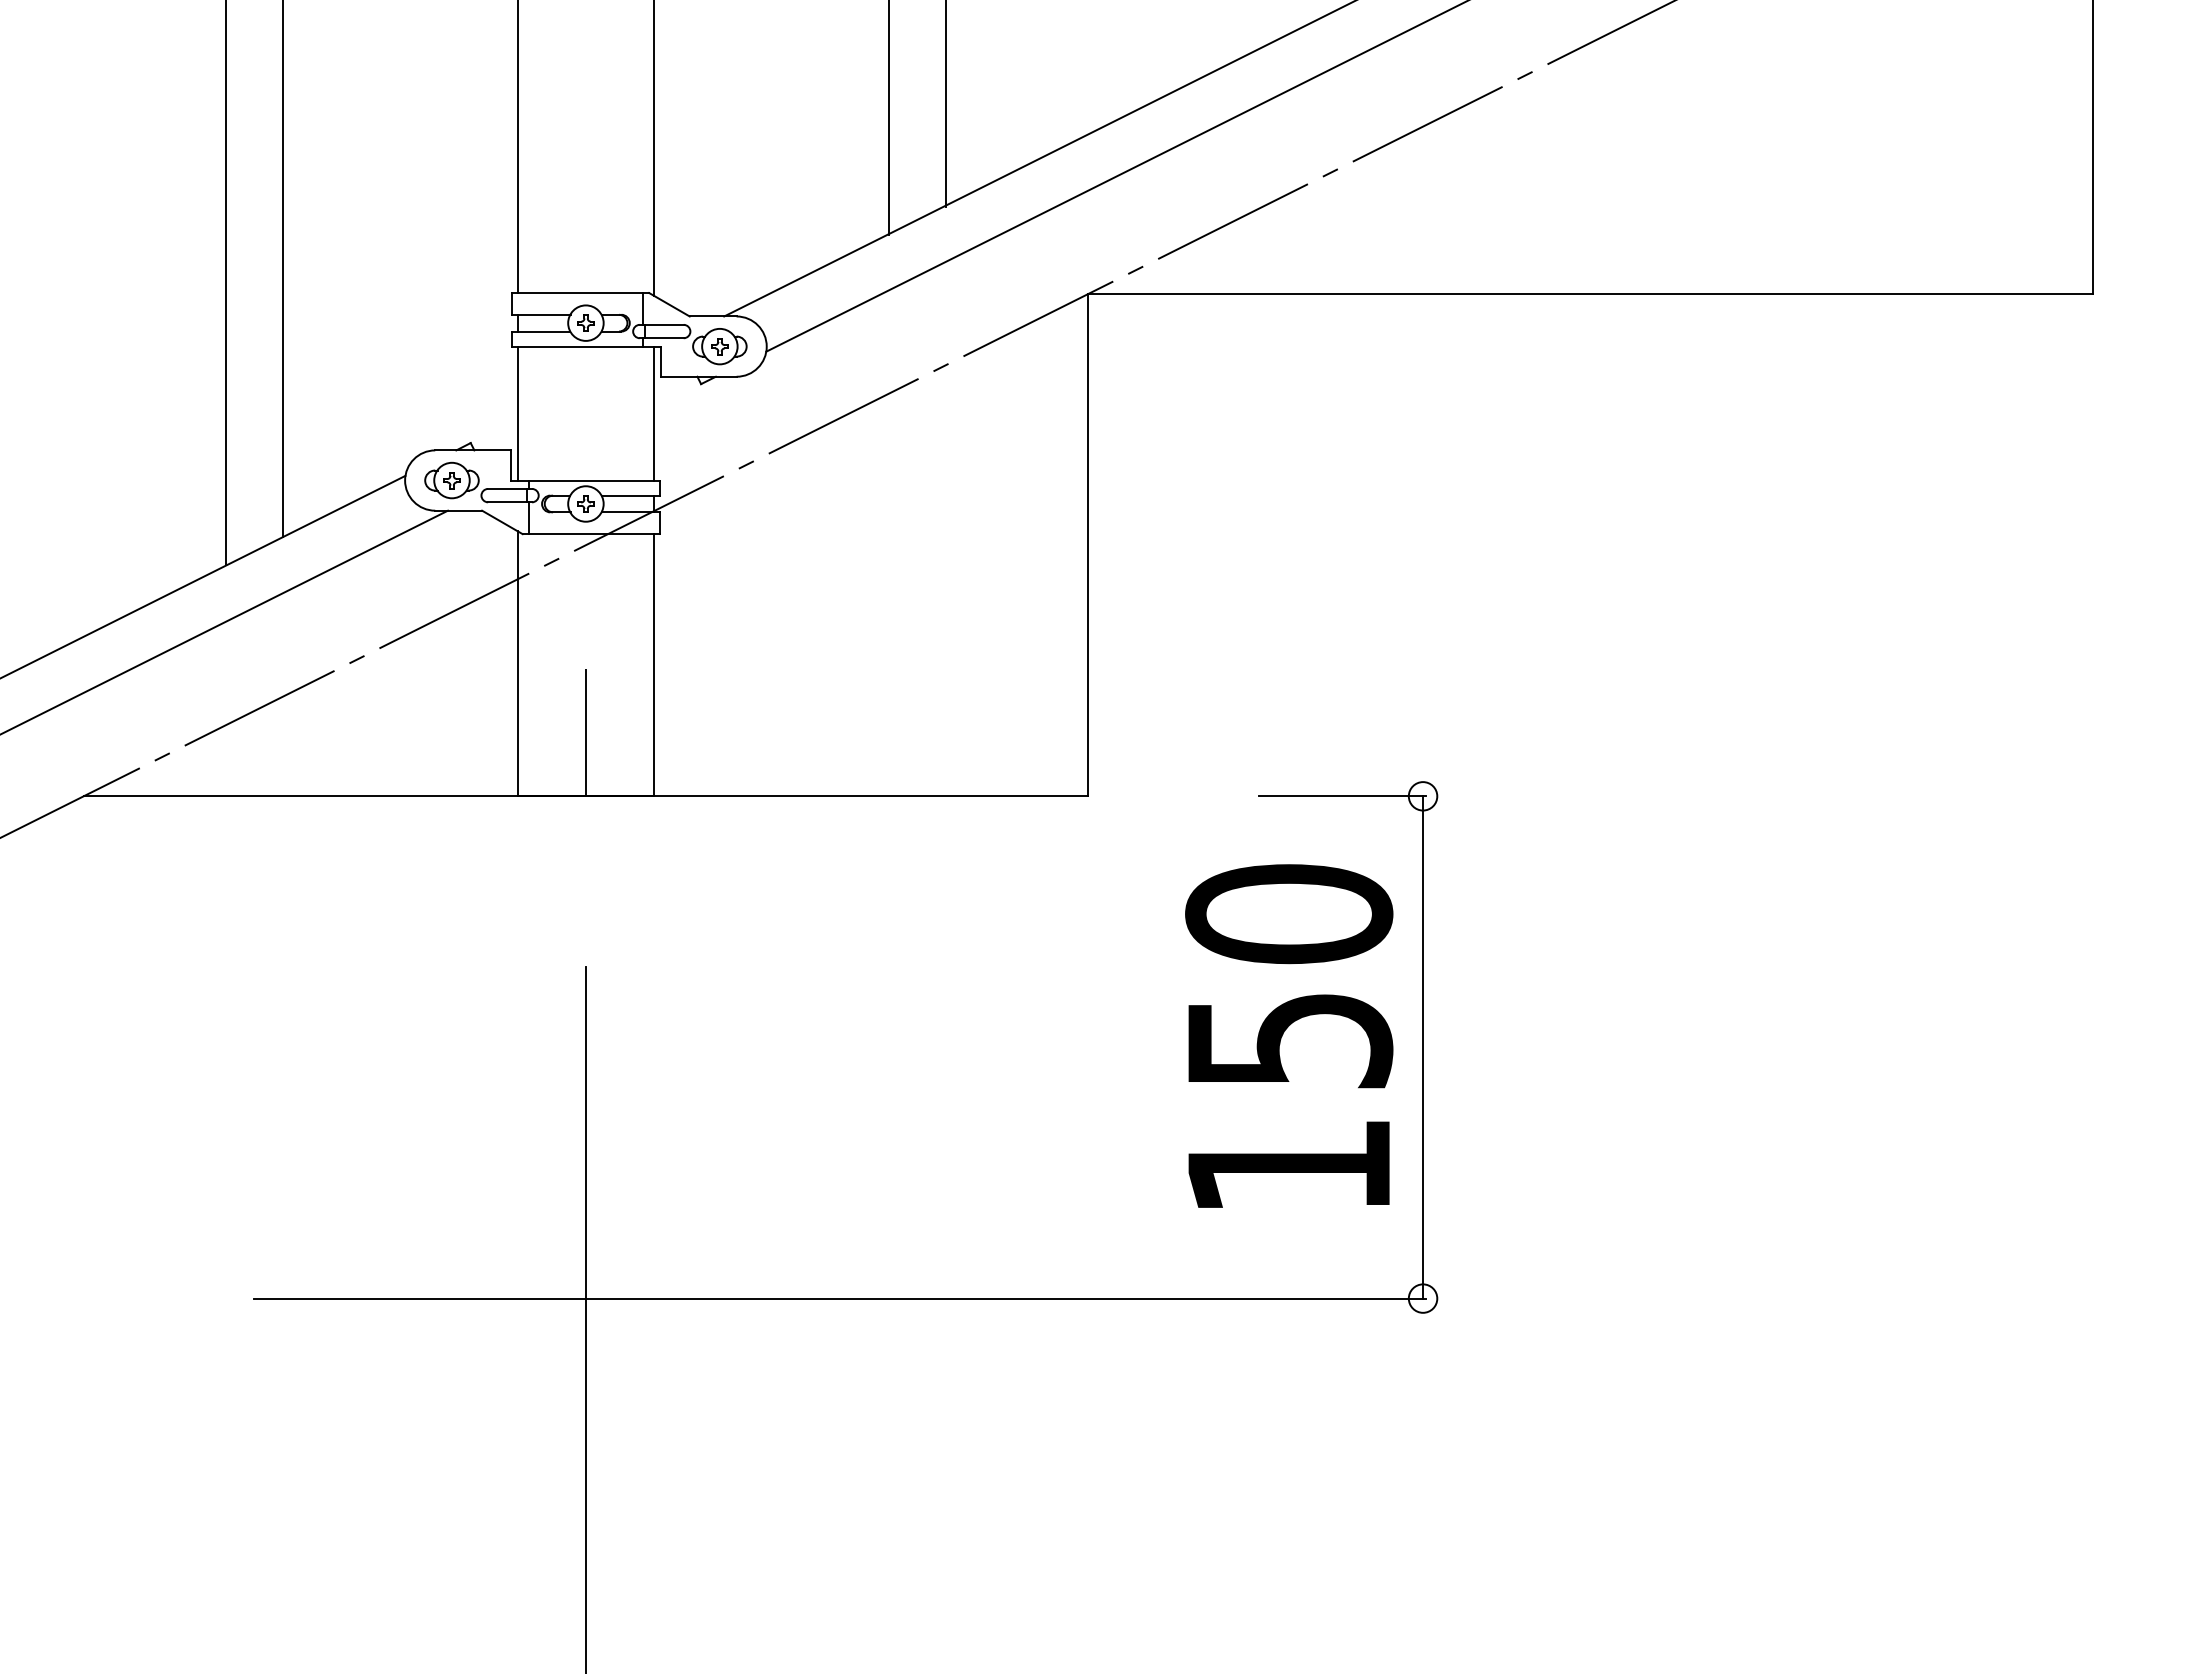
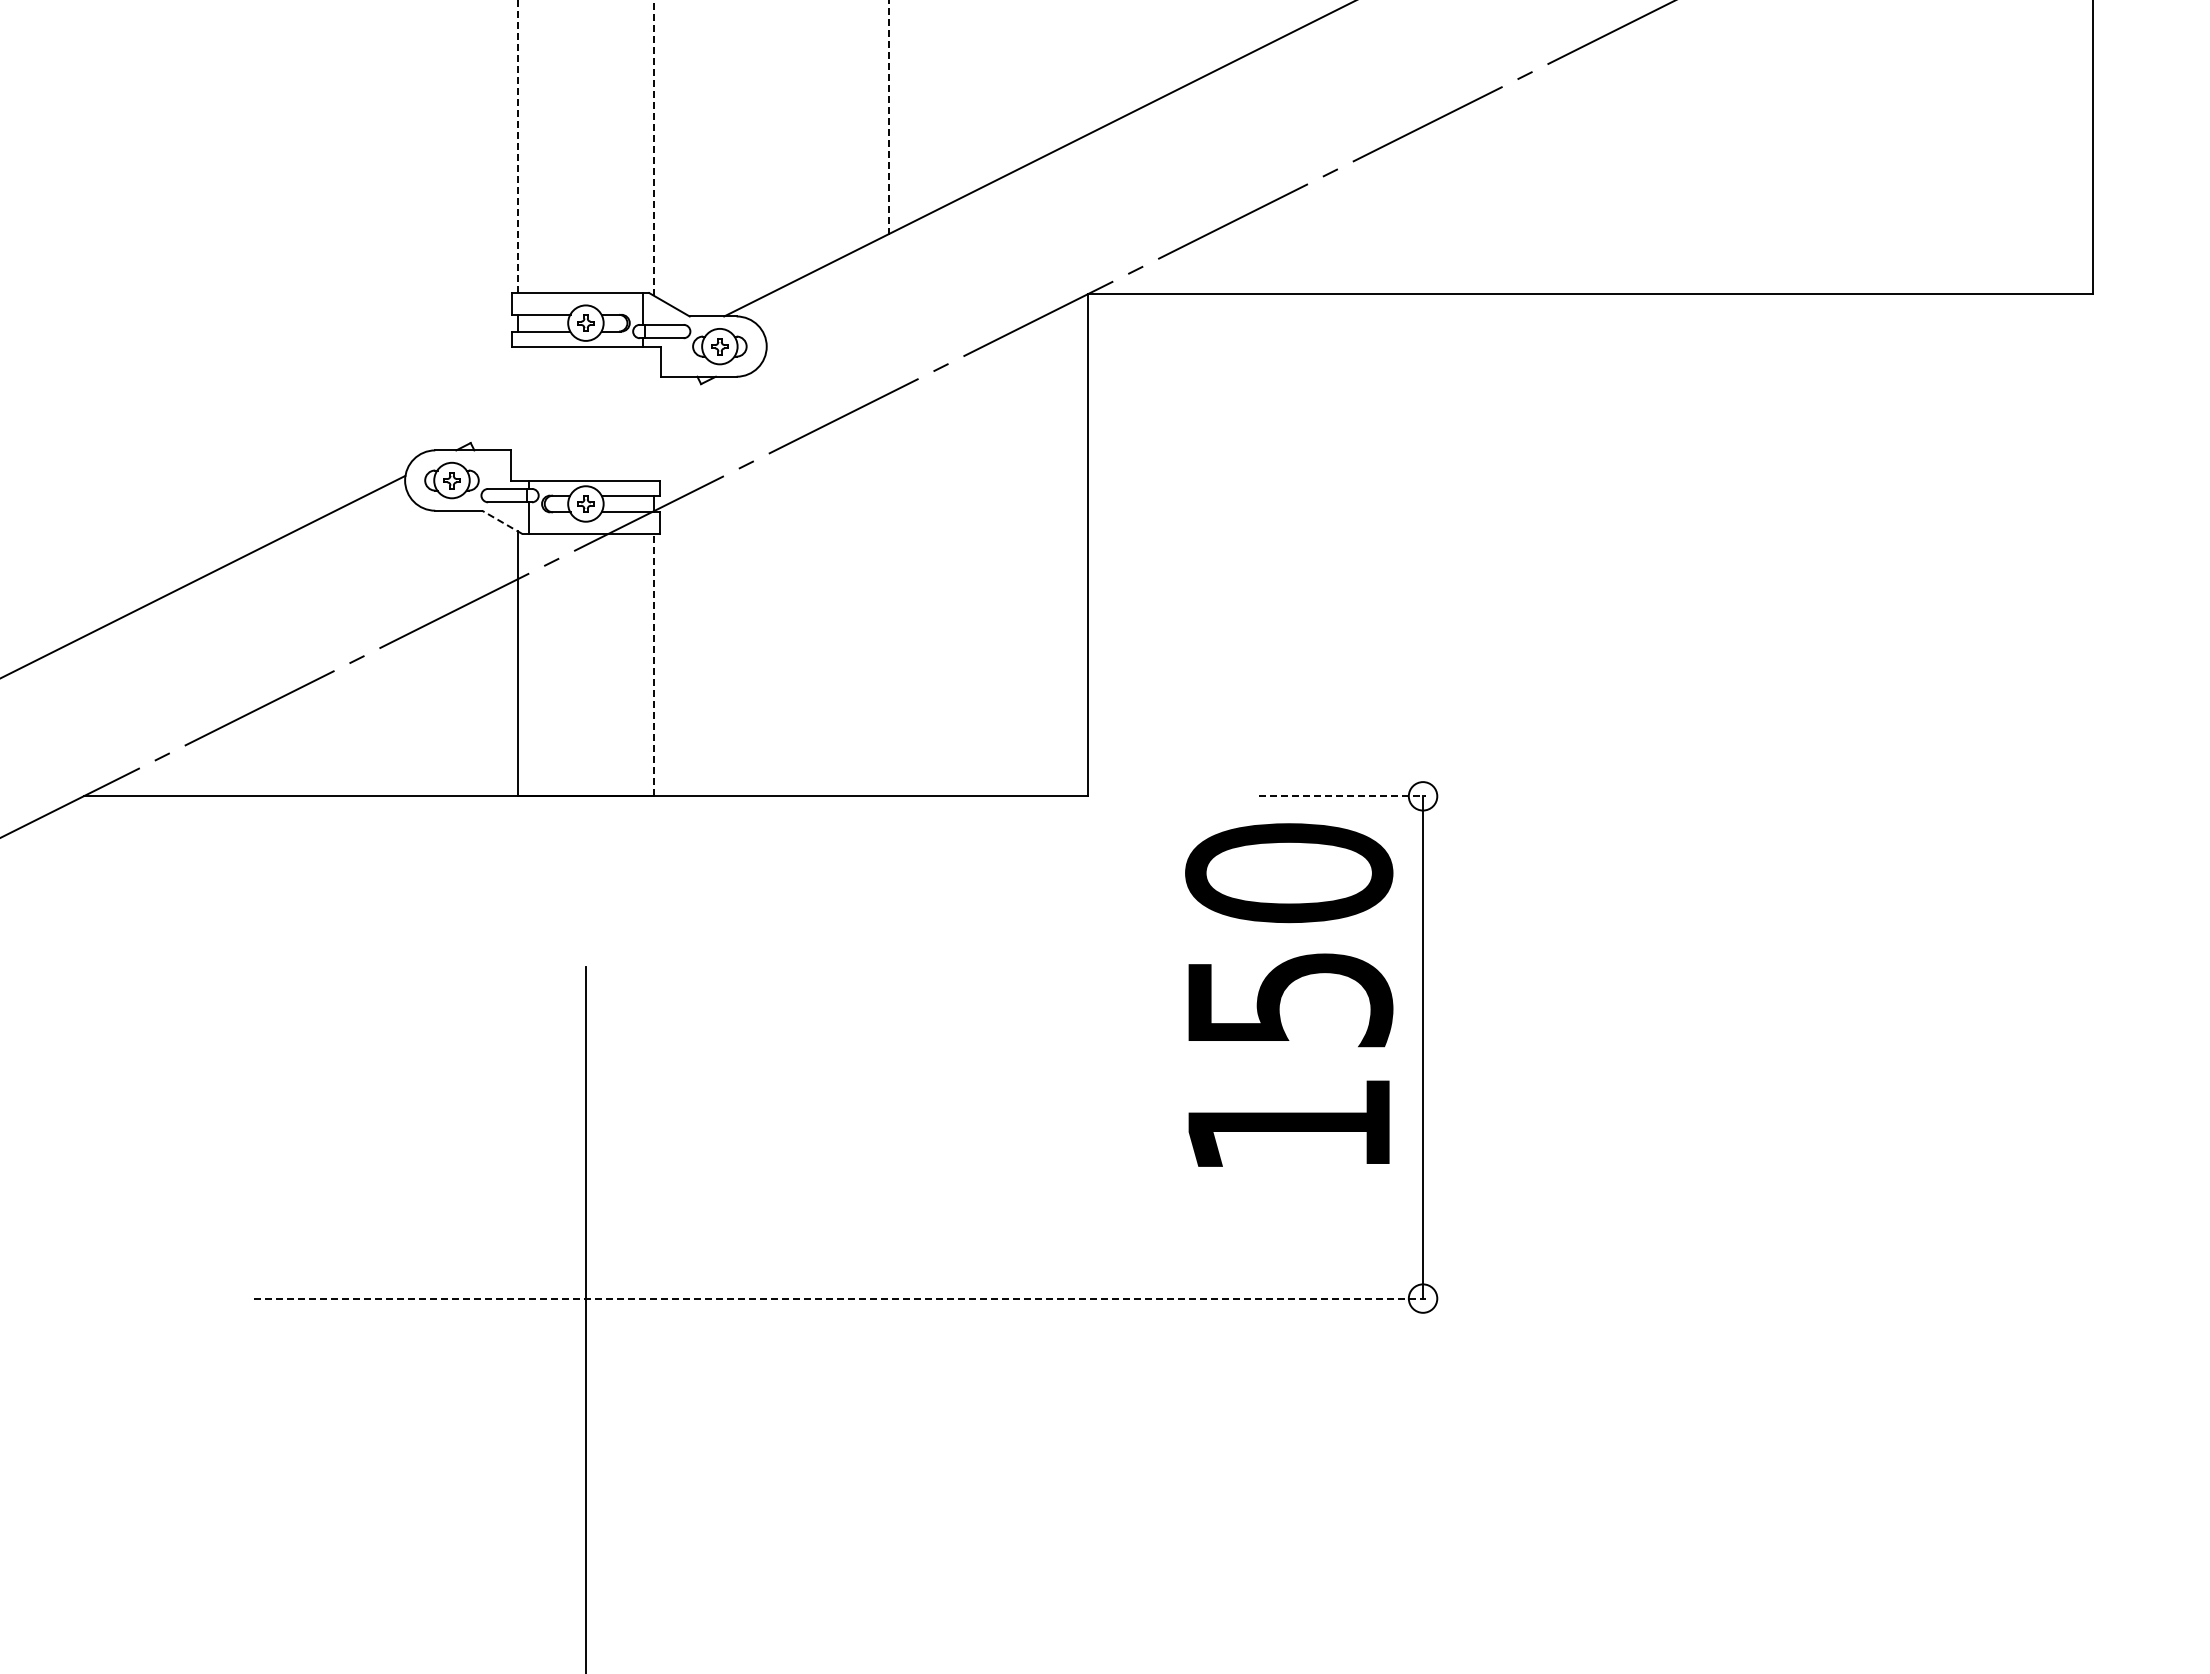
line at (945, 104): present -> none
line at (888, 117): solid -> dashed
line at (518, 146): solid -> dashed
line at (653, 147): solid -> dashed
line at (1115, 176): present -> none
line at (282, 269): present -> none
line at (225, 283): present -> none
line at (518, 413): present -> none
line at (653, 413): present -> none
line at (501, 522): solid -> dashed
line at (224, 621): present -> none
line at (653, 664): solid -> dashed
line at (585, 732): present -> none
line at (1342, 796): solid -> dashed
text at (1289, 1035) position: (1289, 1035) -> (1289, 994)
line at (840, 1298): solid -> dashed
